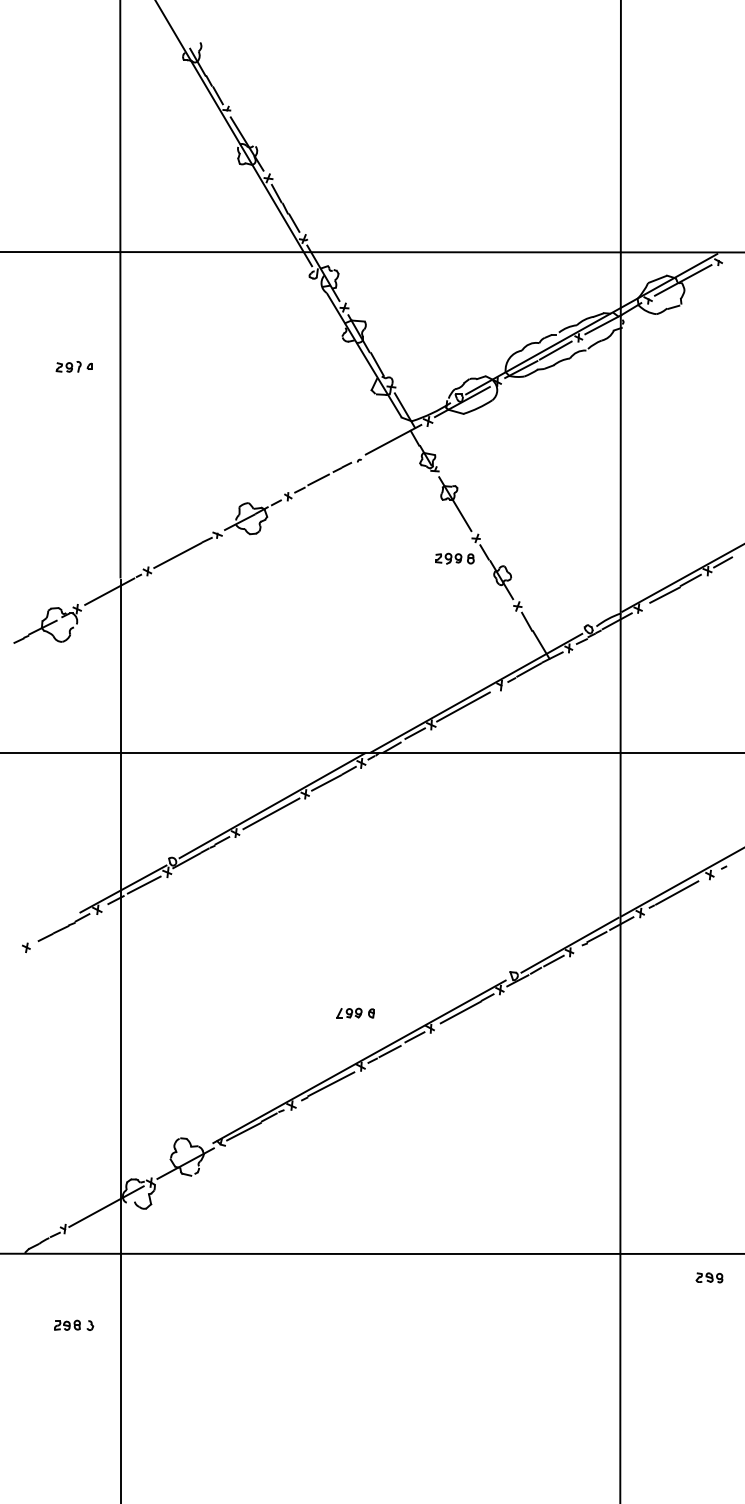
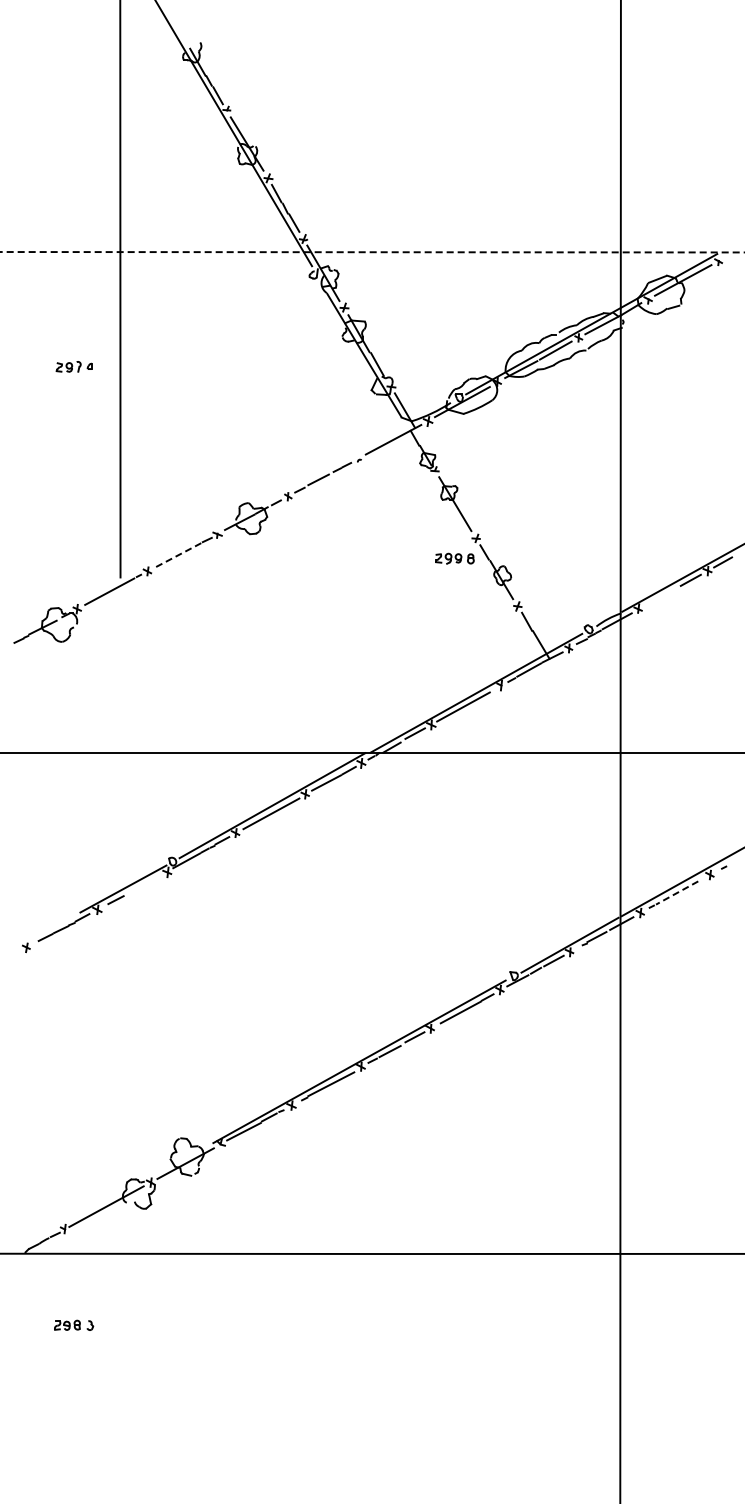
line at (372, 252): solid -> dashed
line at (177, 555): solid -> dashed
line at (664, 594): present -> none
line at (143, 884): present -> none
line at (676, 893): solid -> dashed
part at (355, 1012): present -> none
line at (120, 1040): present -> none
part at (709, 1277): present -> none
